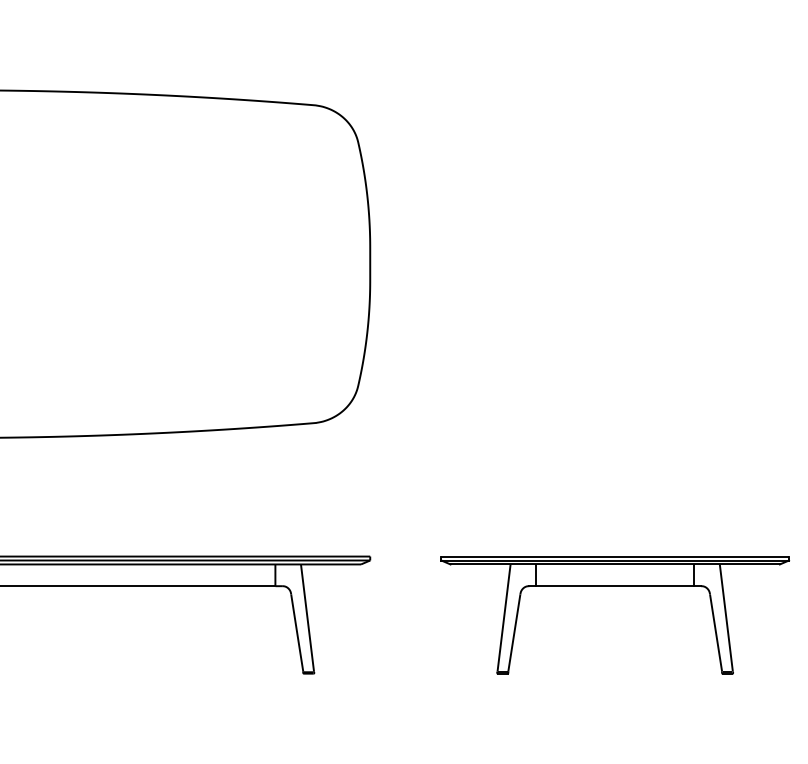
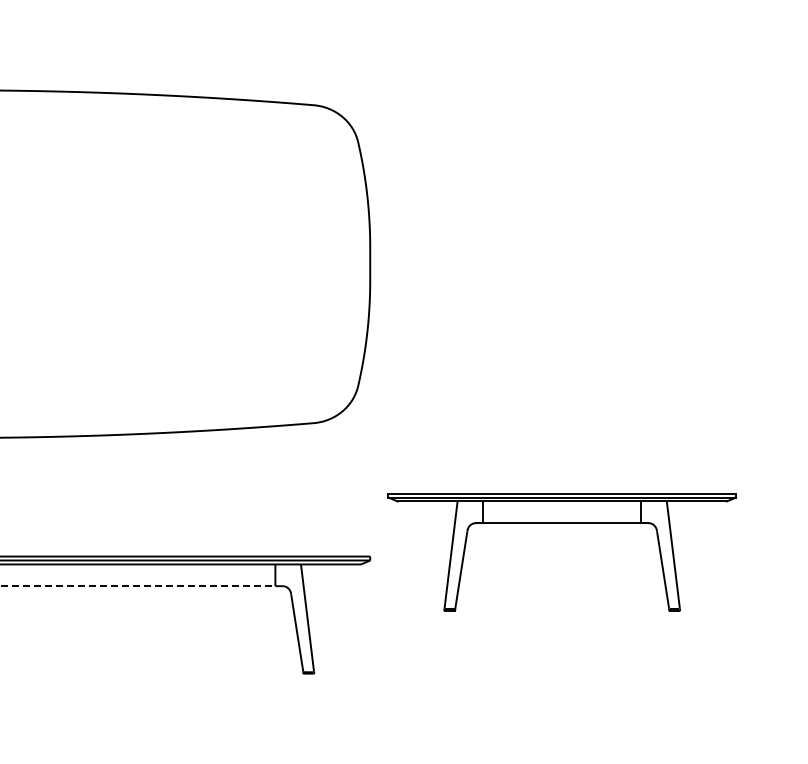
line at (138, 586): solid -> dashed
part at (615, 586) position: (615, 586) -> (562, 523)
